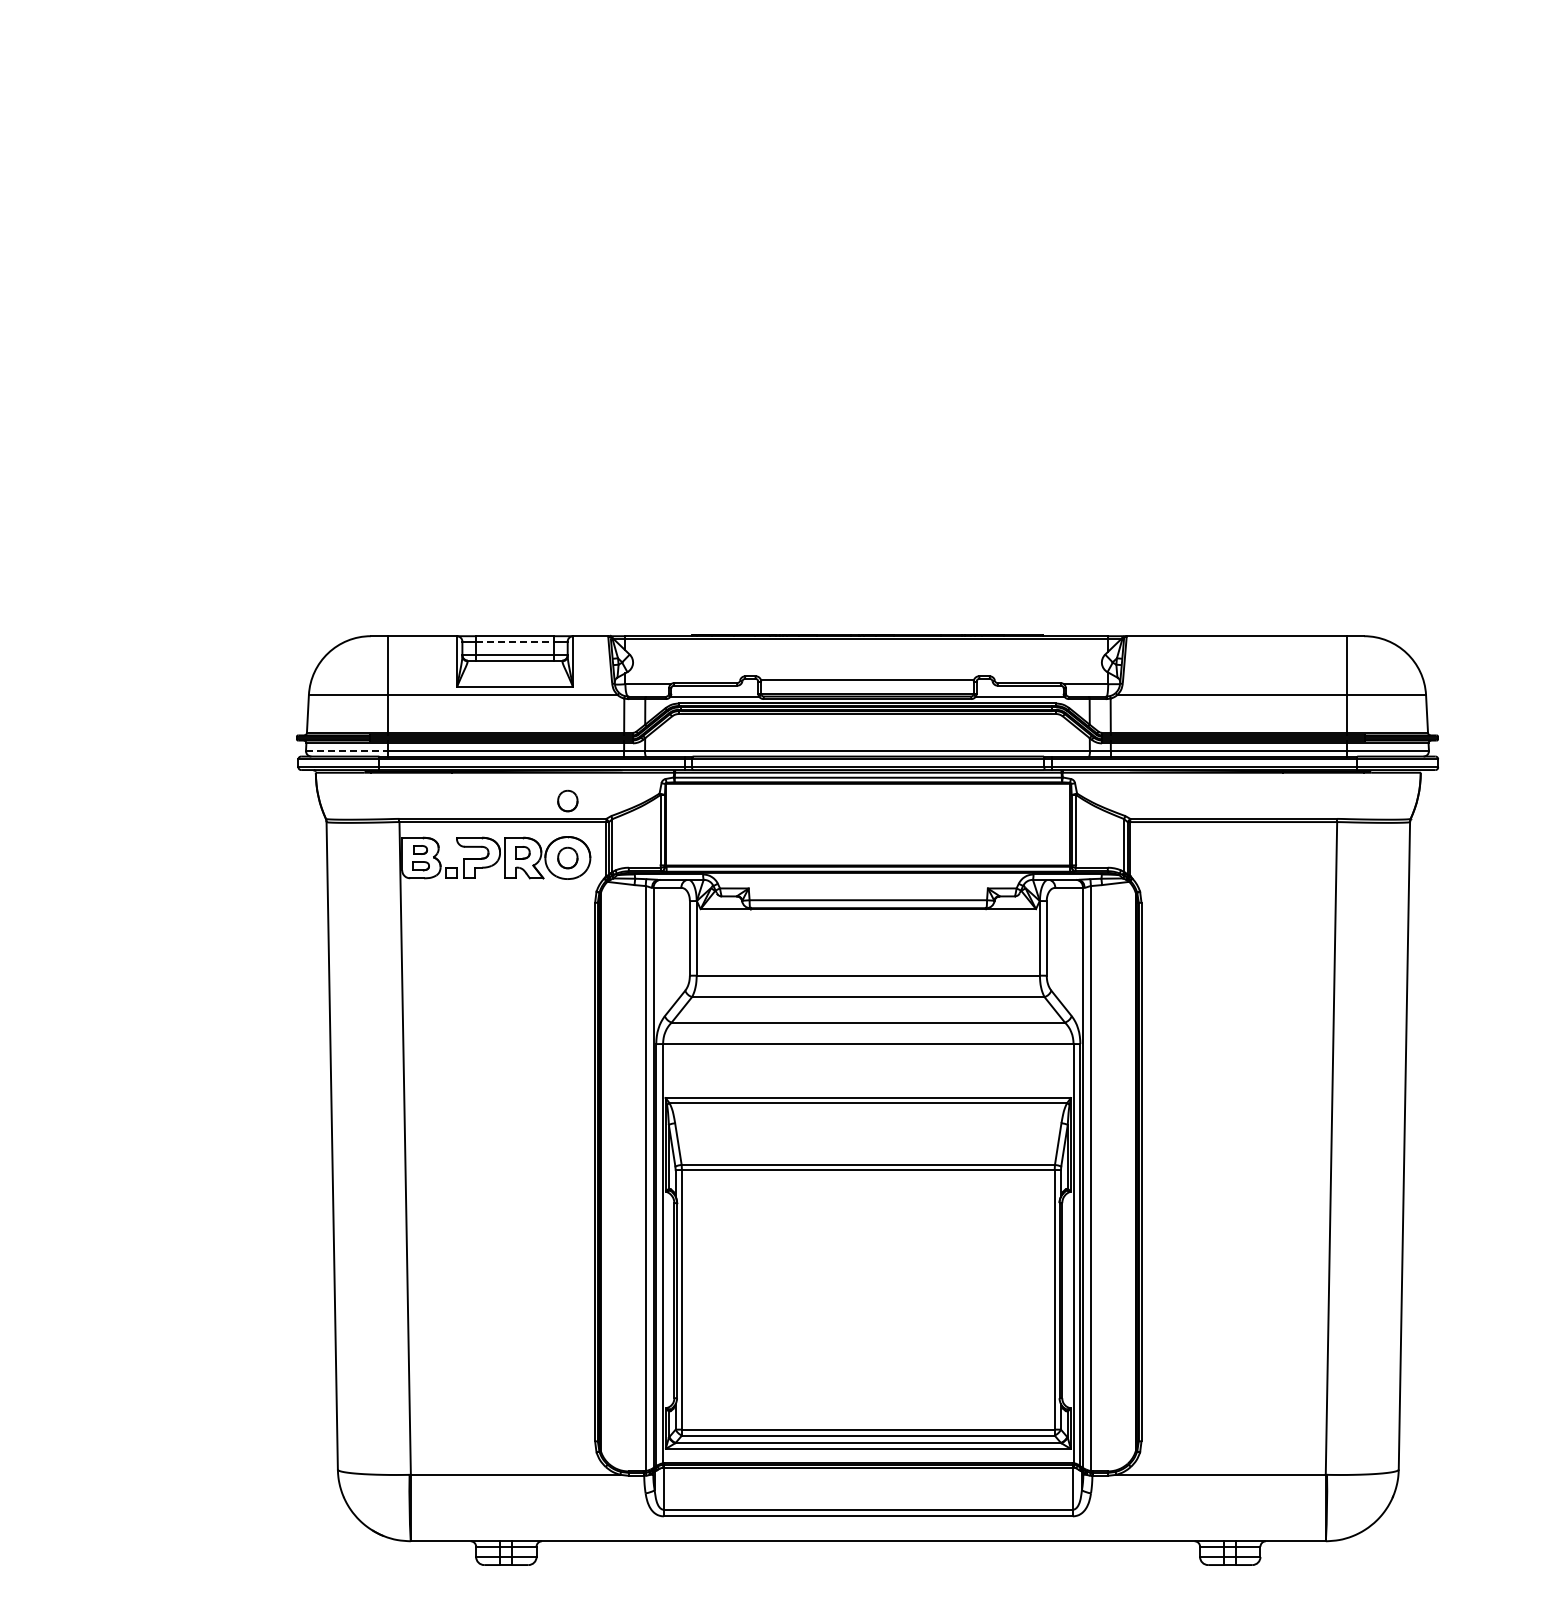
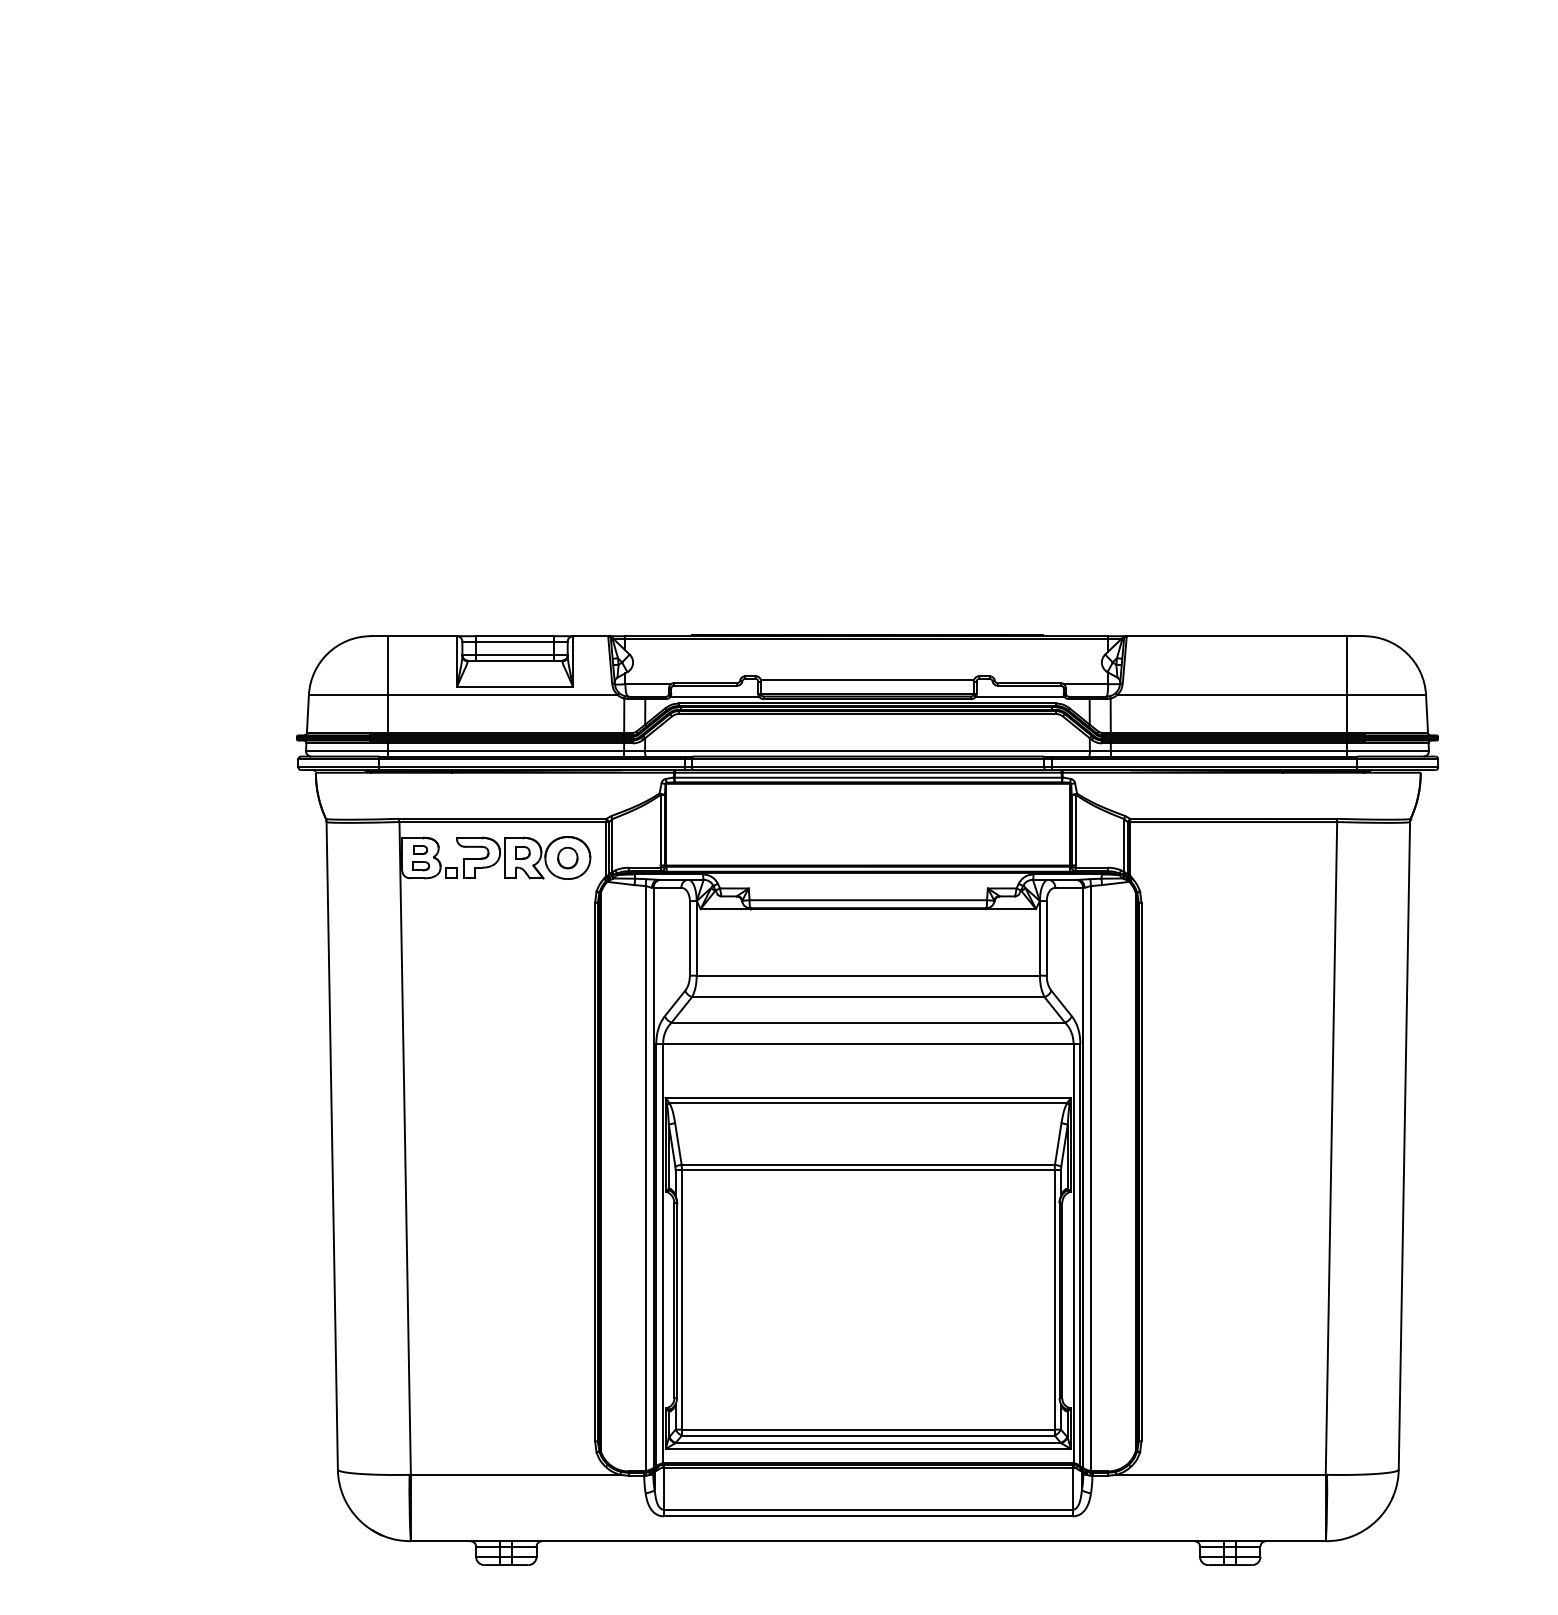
line at (515, 641): dashed -> solid
line at (346, 750): dashed -> solid
part at (567, 800): present -> none
